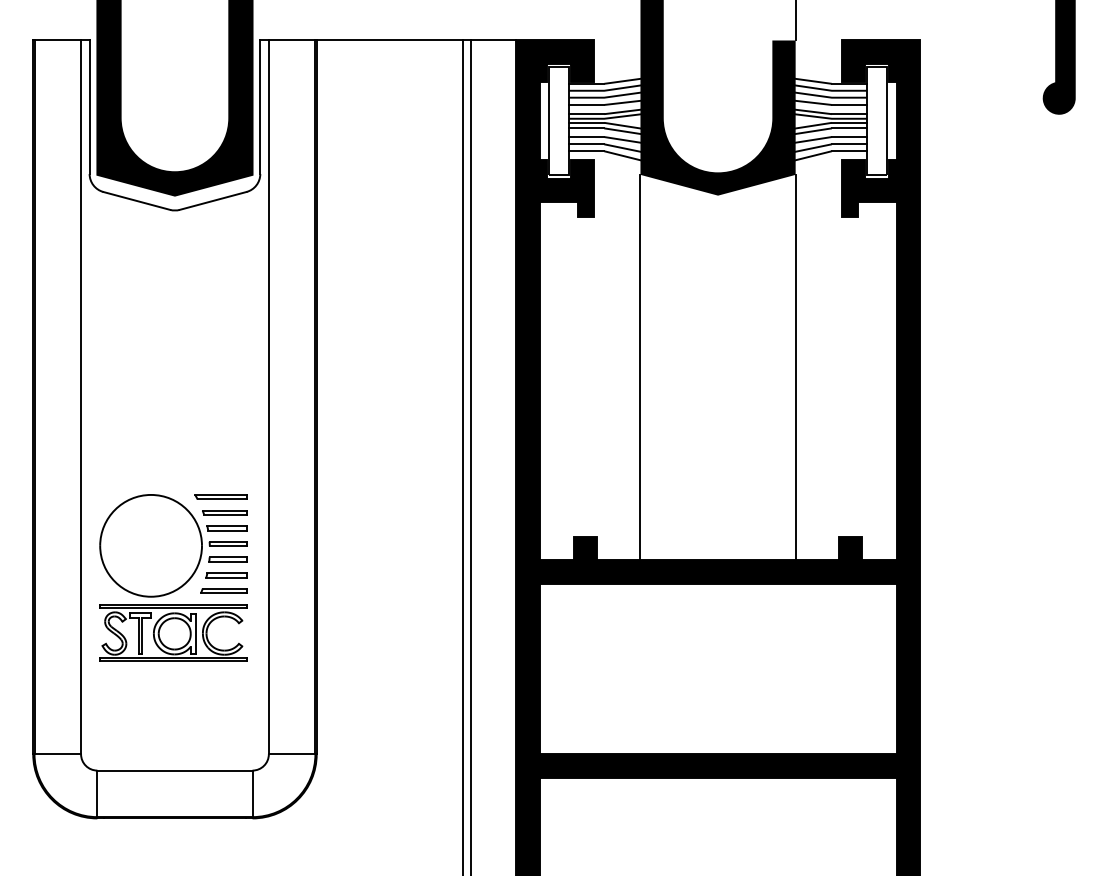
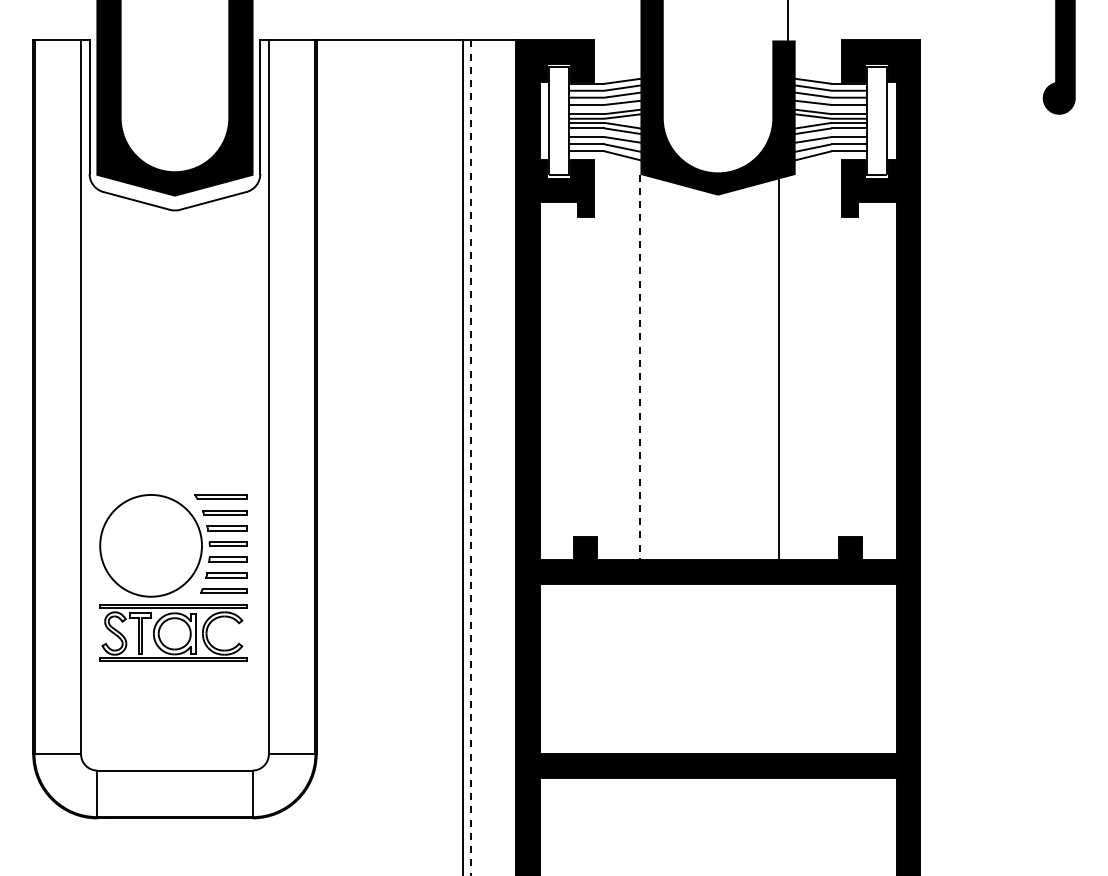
line at (795, 21) position: (795, 21) -> (787, 21)
line at (640, 367): solid -> dashed
line at (795, 367) position: (795, 367) -> (778, 367)
line at (471, 458): solid -> dashed
